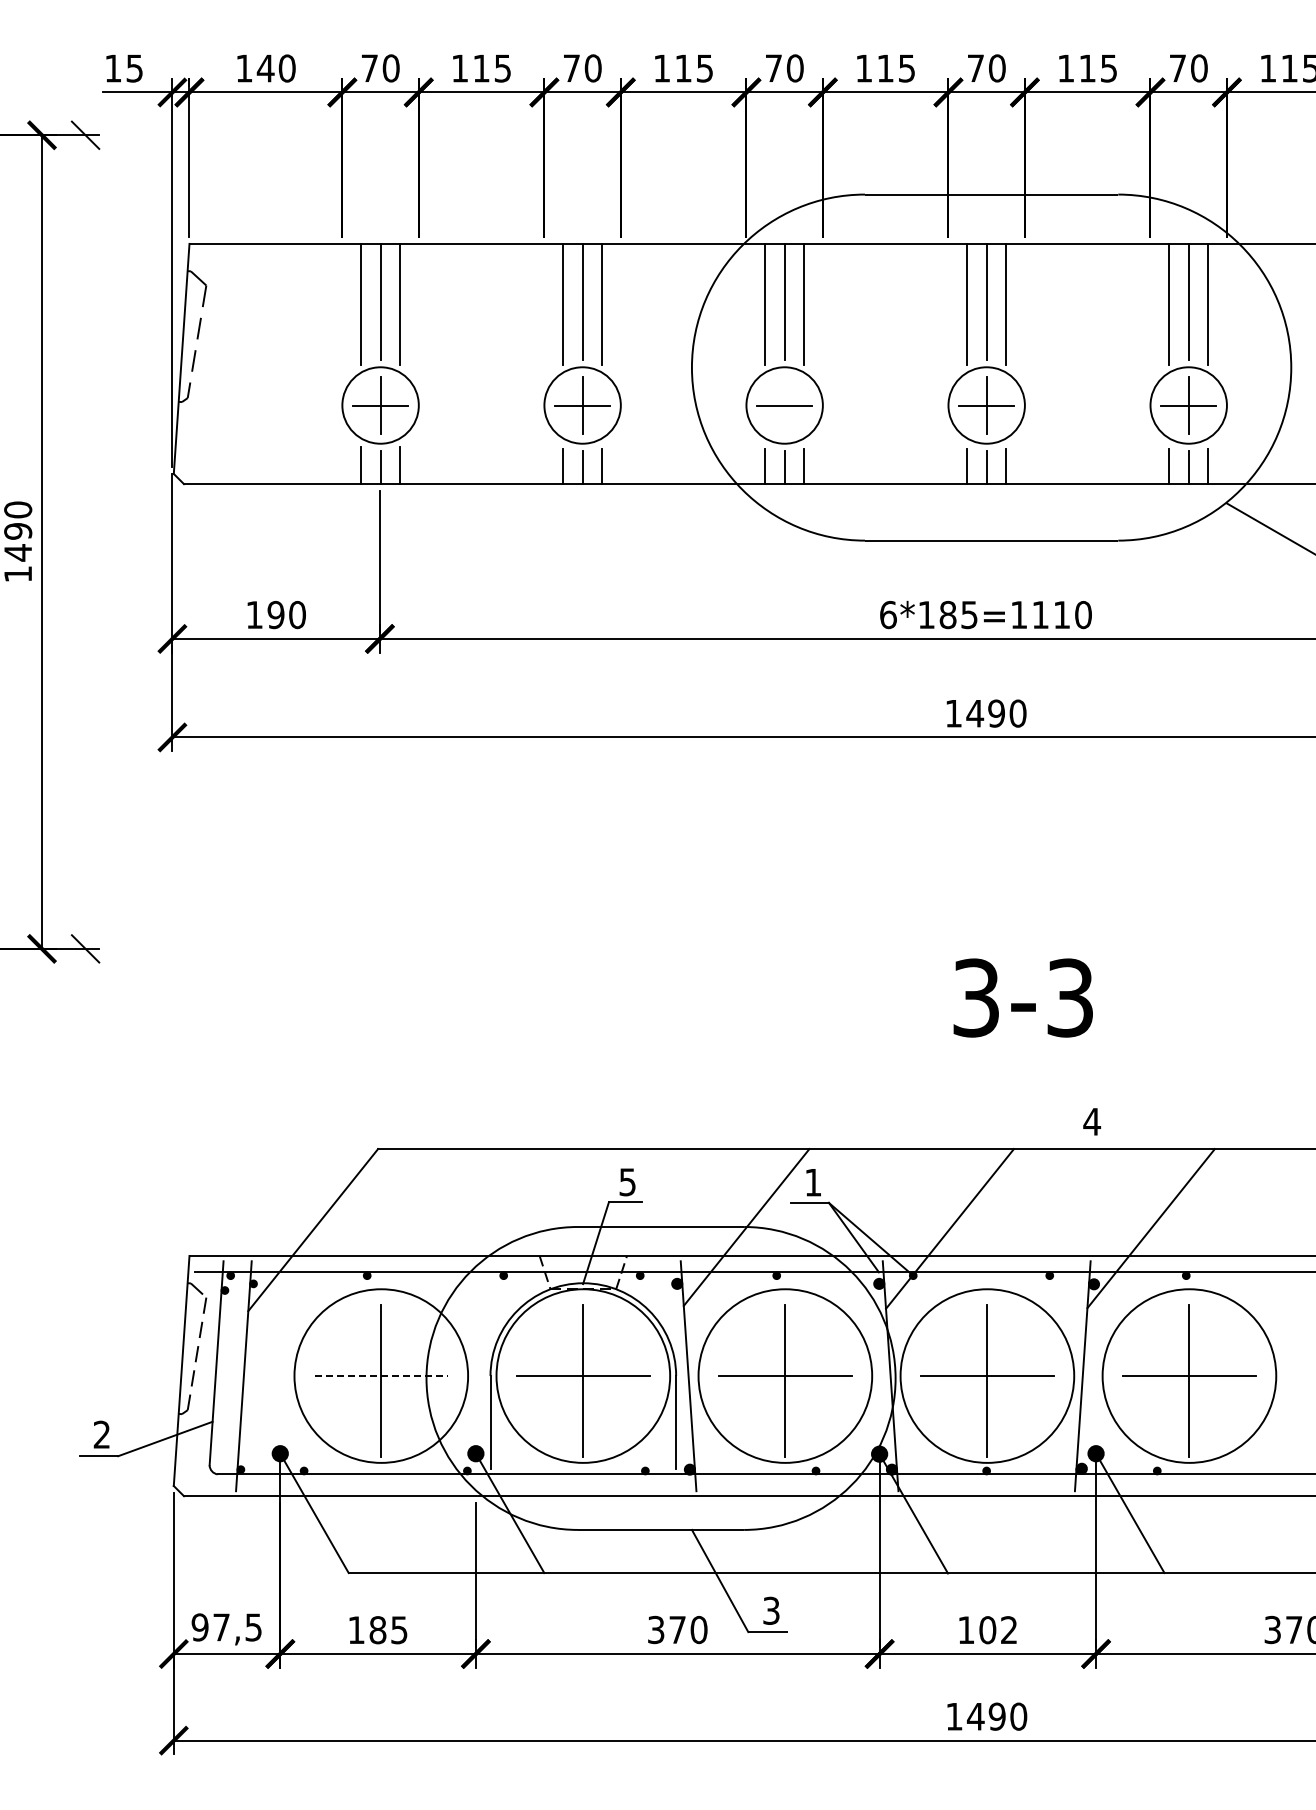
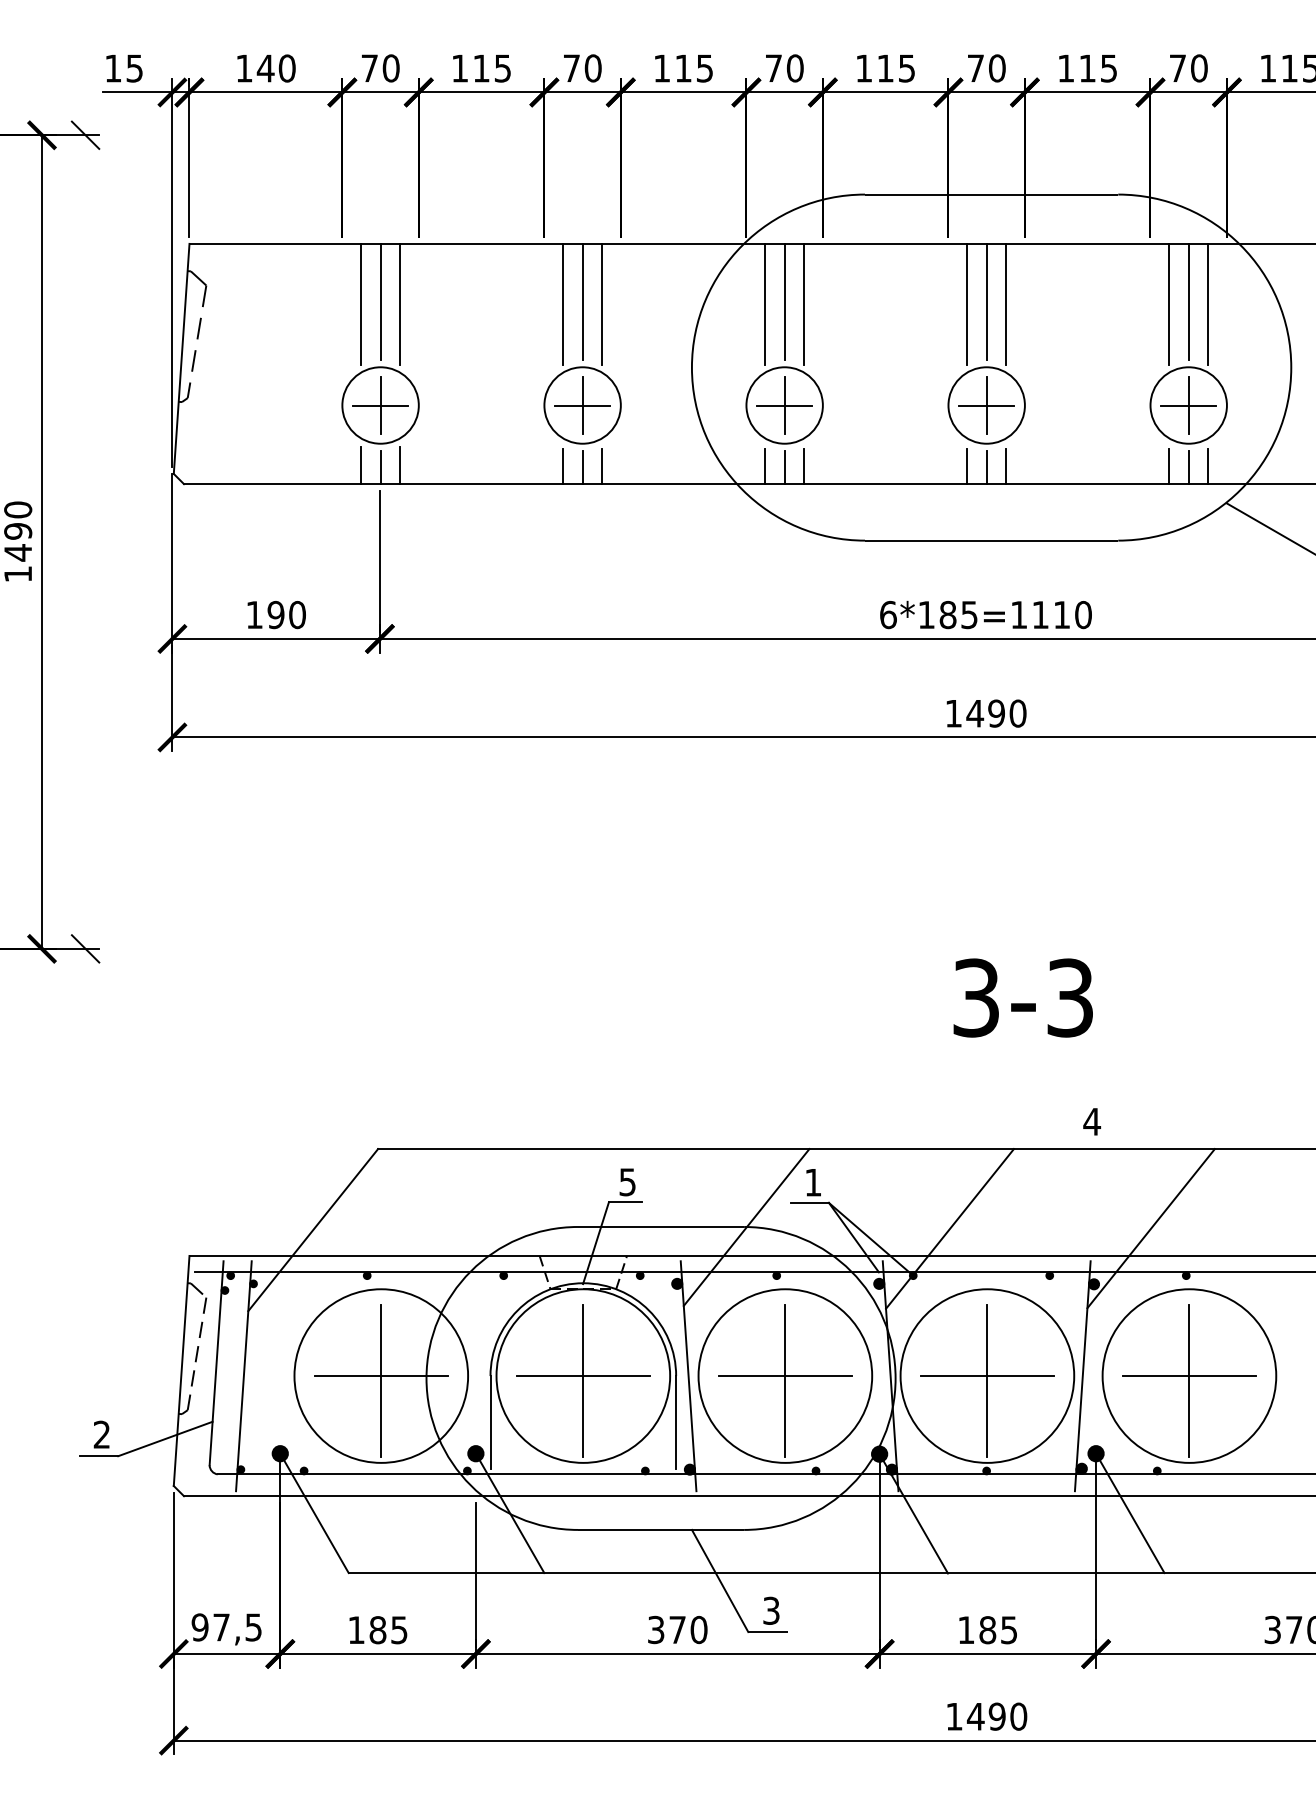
line at (784, 405): none -> present
line at (381, 1376): dashed -> solid
text at (997, 1630): 102 -> 185
